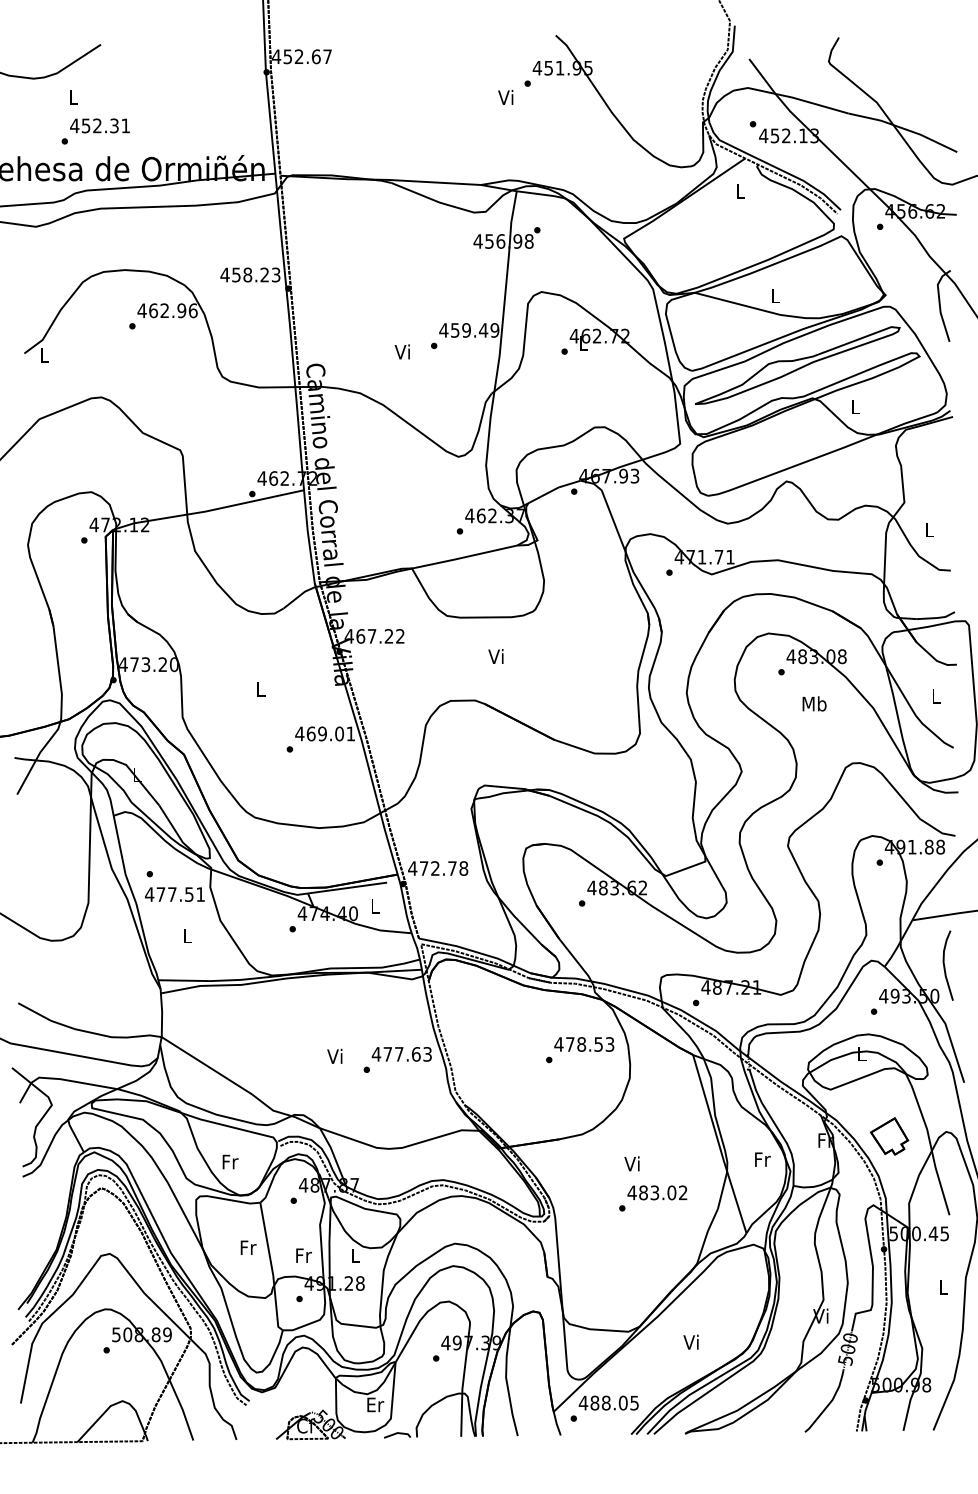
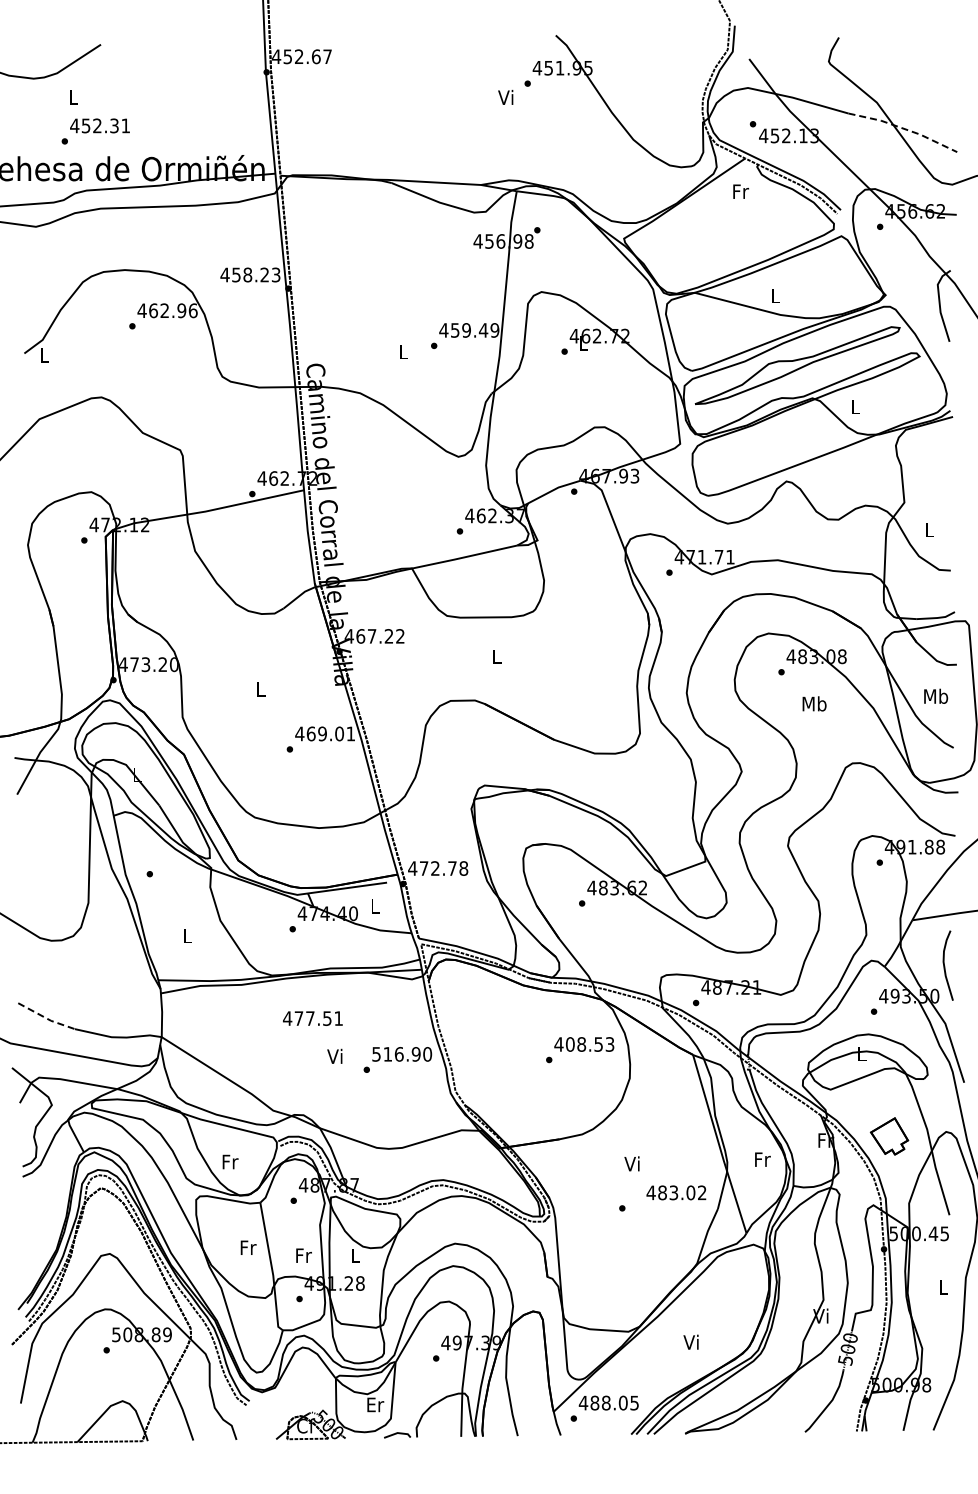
line at (904, 128): solid -> dashed
text at (741, 191): L -> Fr
text at (401, 351): Vi -> L
text at (495, 656): Vi -> L
text at (936, 695): L -> Mb
text at (174, 894) position: (174, 894) -> (312, 1018)
line at (46, 1018): solid -> dashed
text at (569, 1044): 478.53 -> 408.53
text at (401, 1054): 477.63 -> 516.90
text at (657, 1192) position: (657, 1192) -> (676, 1192)
